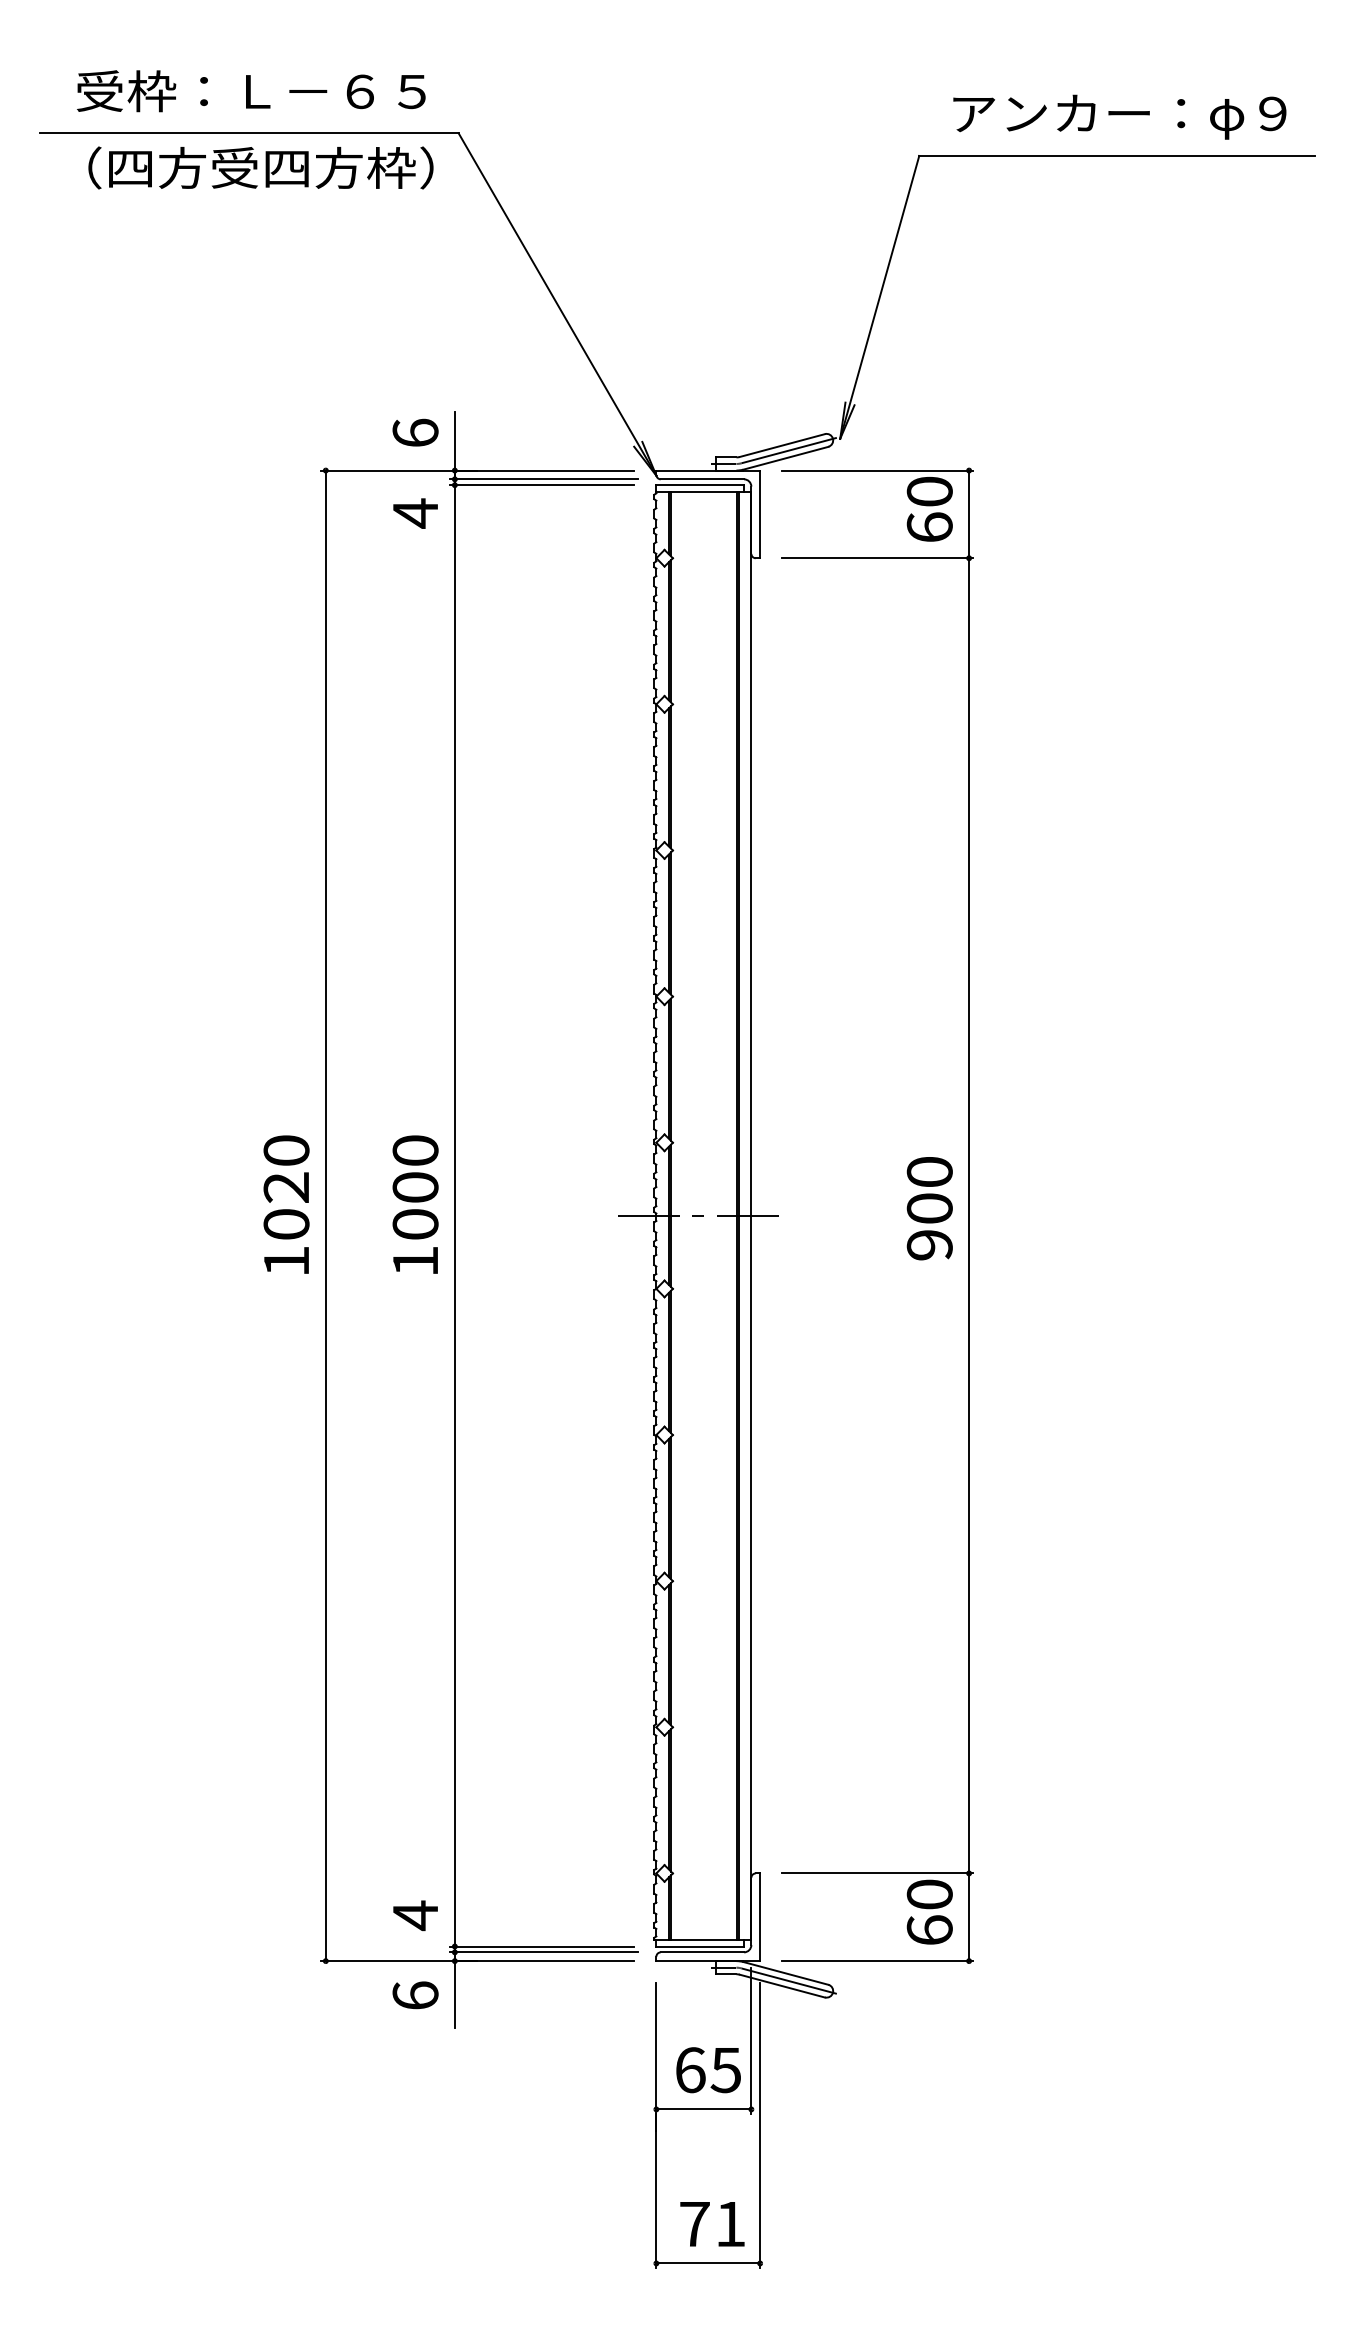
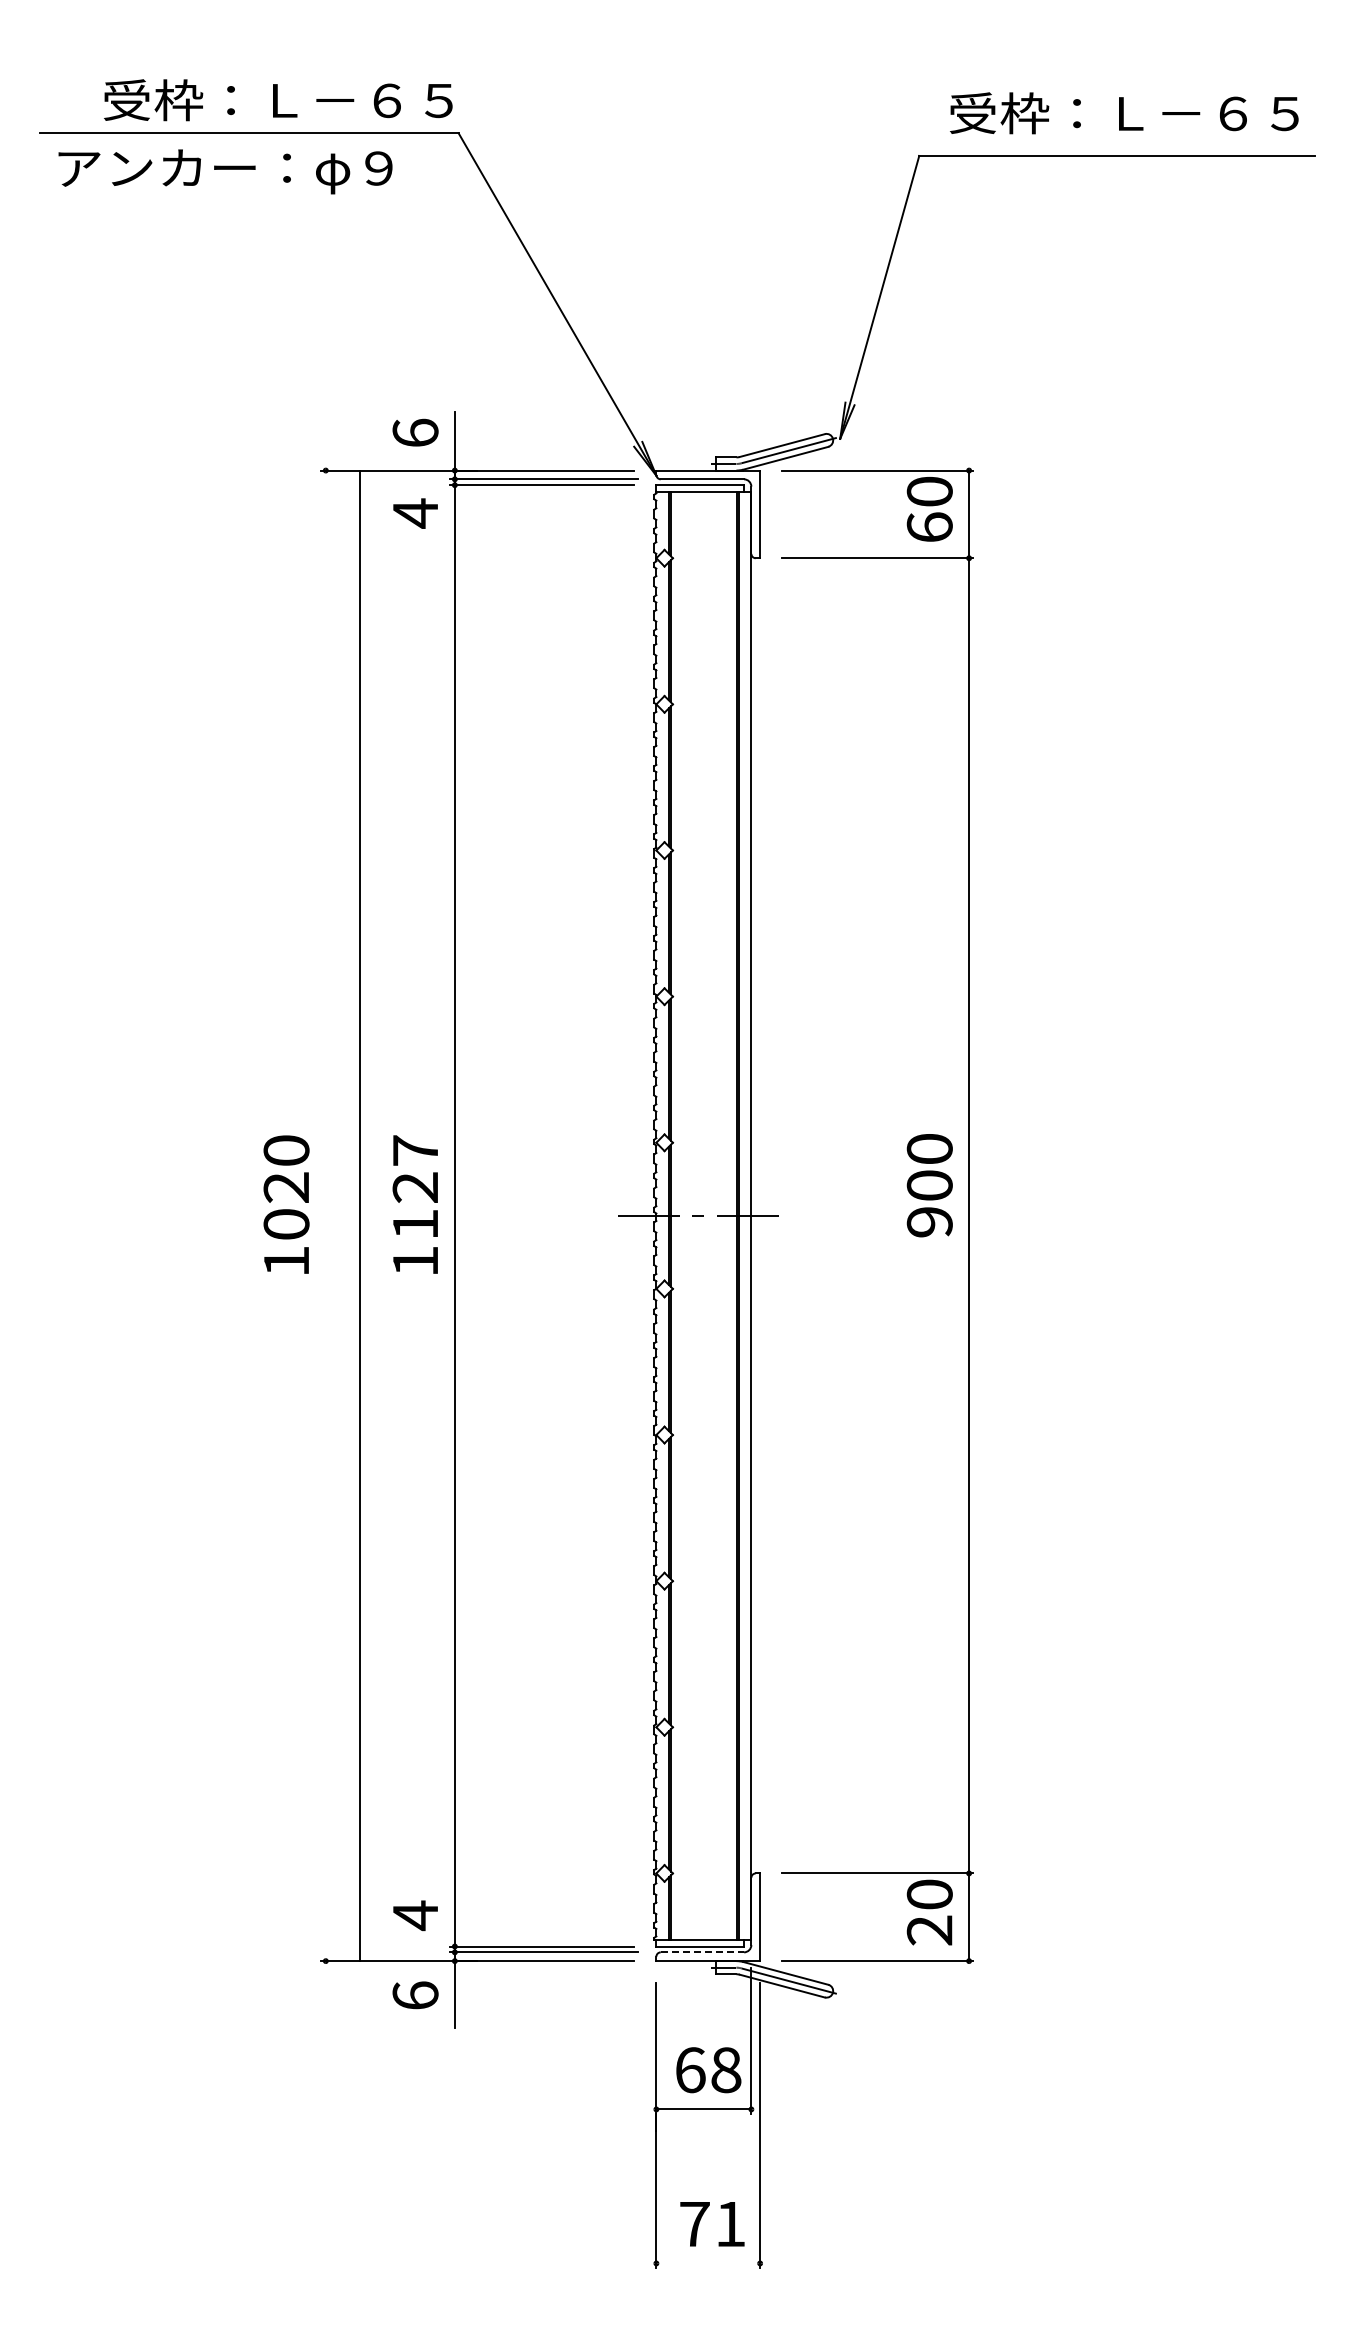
text at (251, 91) position: (251, 91) -> (278, 100)
text at (1124, 115): アンカー：φ９ -> 受枠：Ｌ－６５
text at (245, 170): （四方受四方枠） -> アンカー：φ９
text at (415, 1187): 1000 -> 1127
text at (929, 1208) position: (929, 1208) -> (929, 1185)
line at (325, 1215) position: (325, 1215) -> (359, 1215)
text at (929, 1930): 60 -> 20
line at (702, 1952): solid -> dashed
text at (725, 2070): 65 -> 68
line at (708, 2263): present -> none
